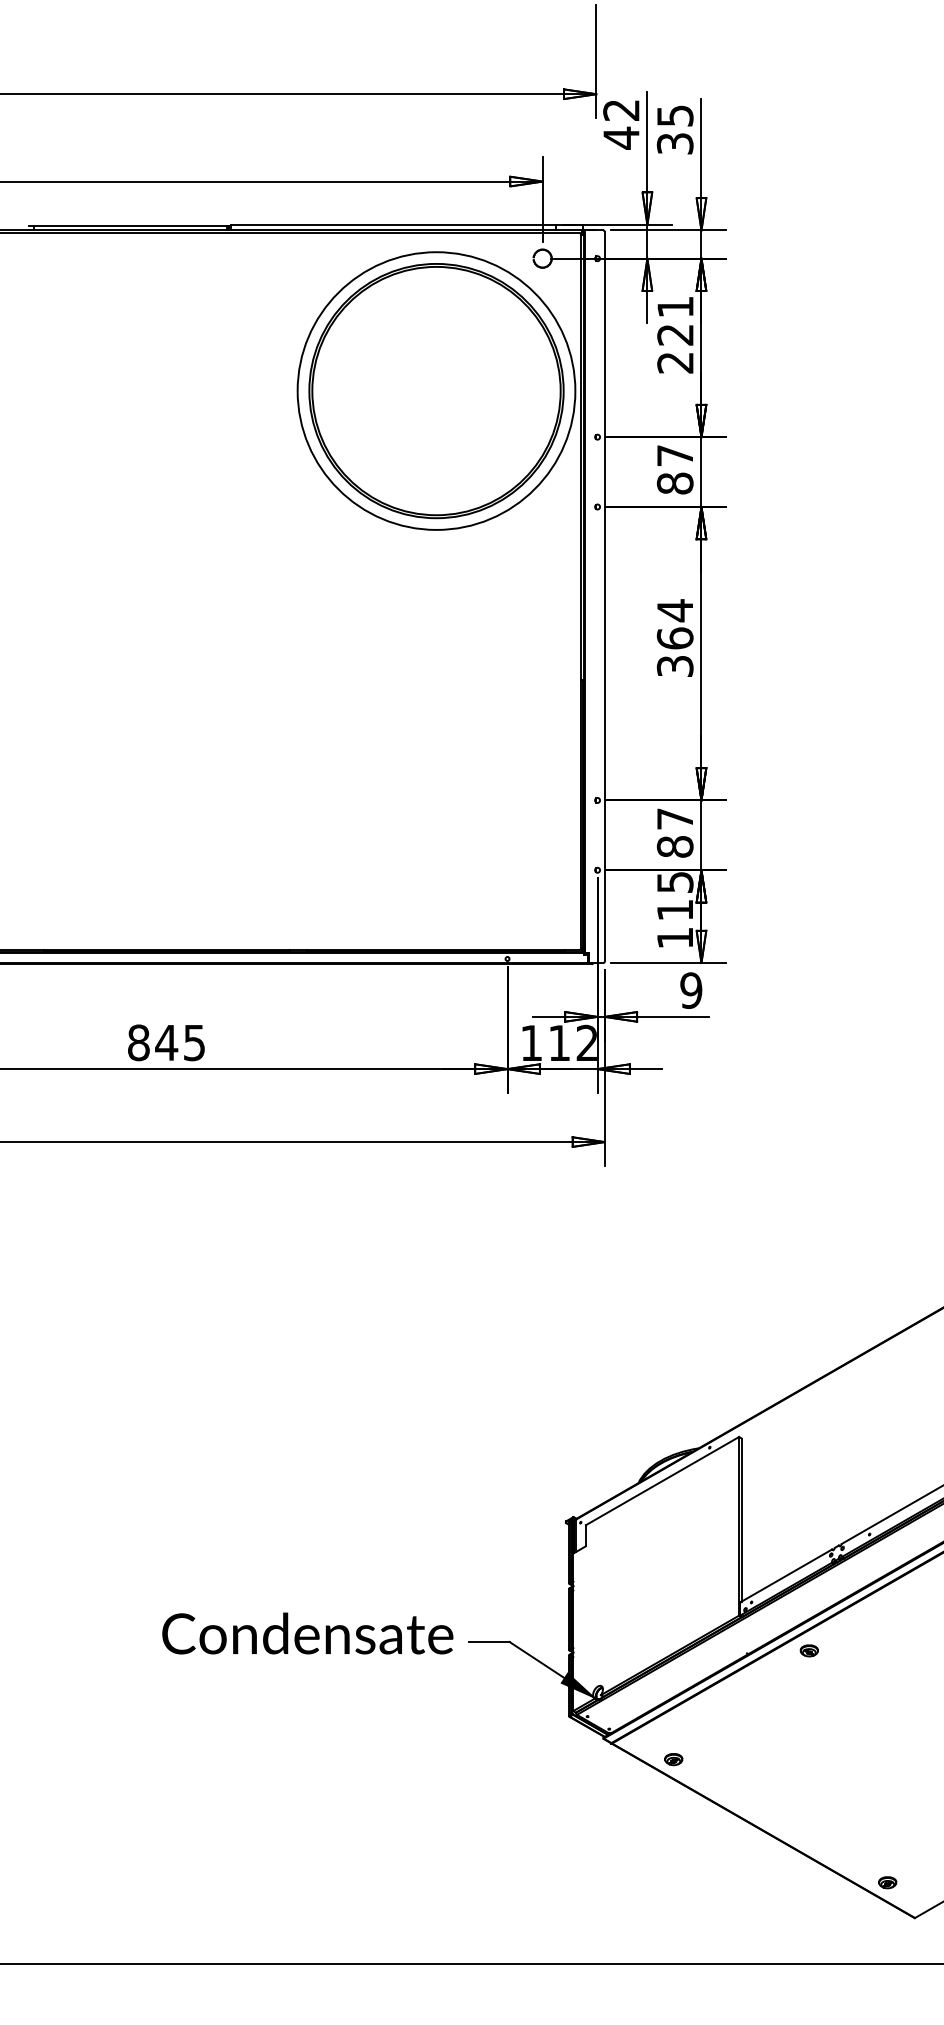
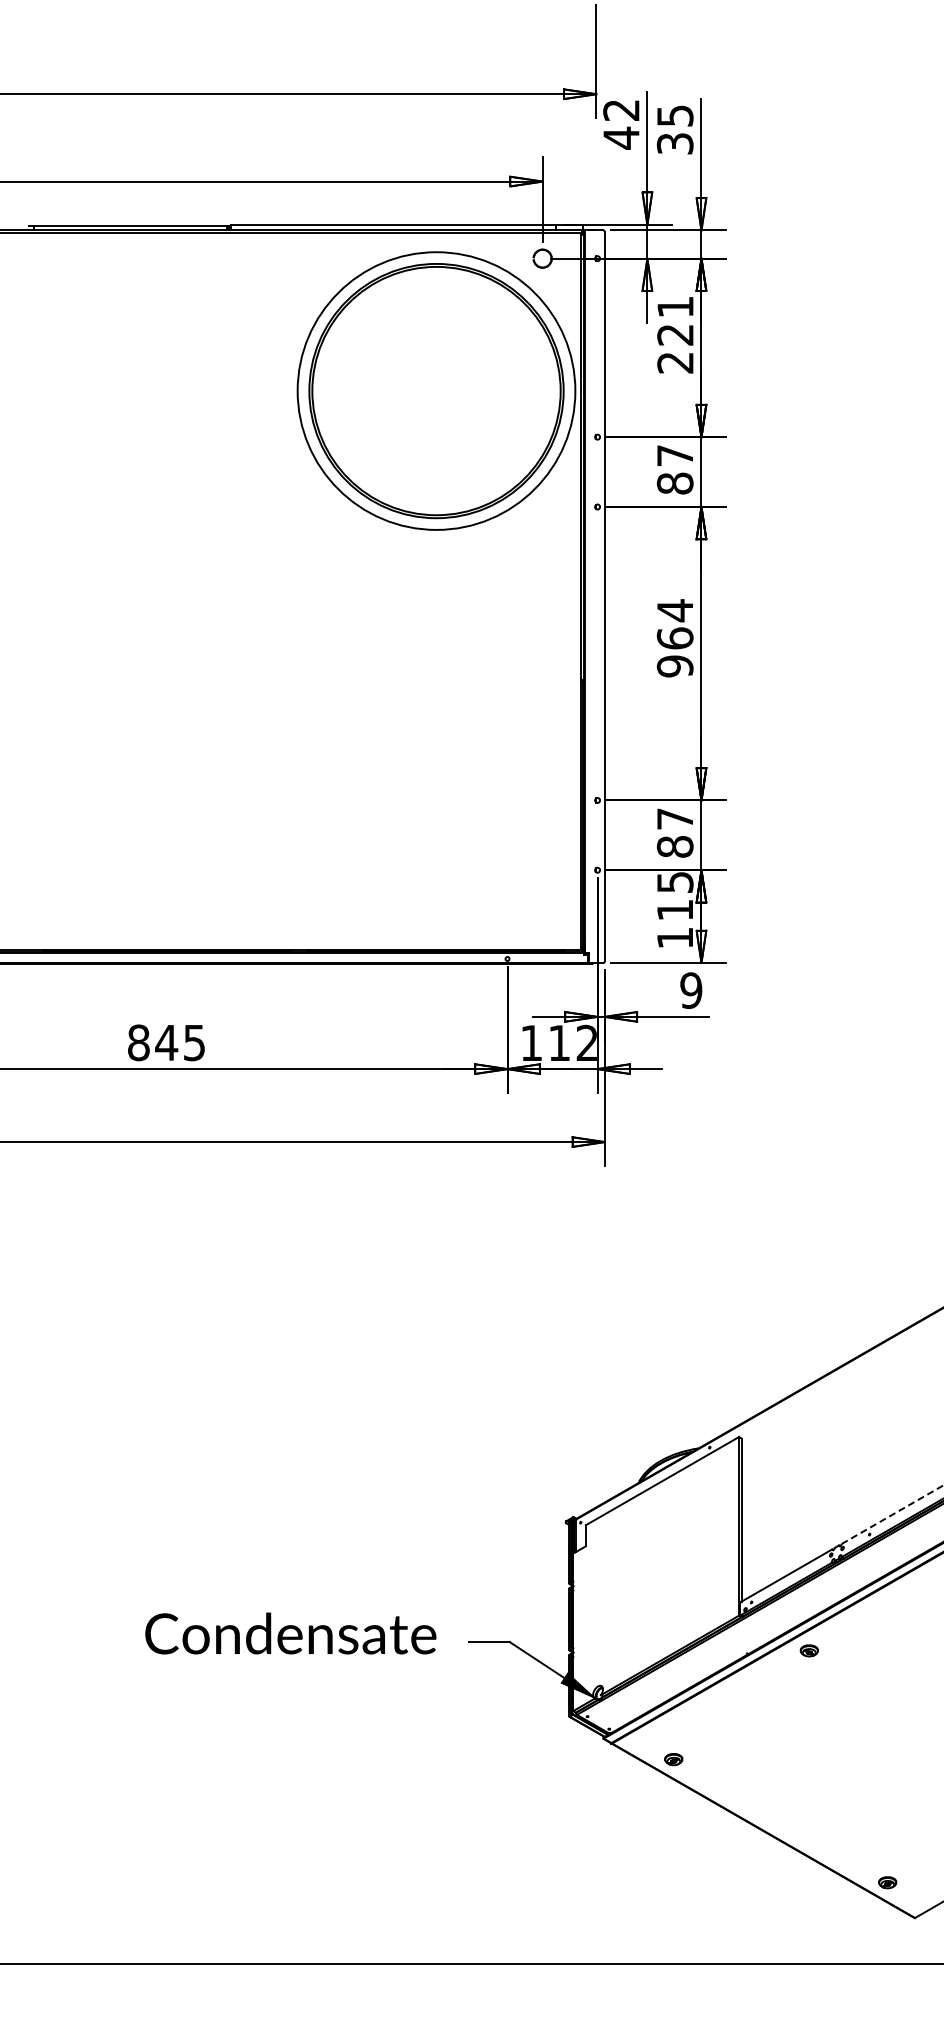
text at (675, 666): 364 -> 964
line at (892, 1514): solid -> dashed
text at (307, 1633) position: (307, 1633) -> (290, 1633)
